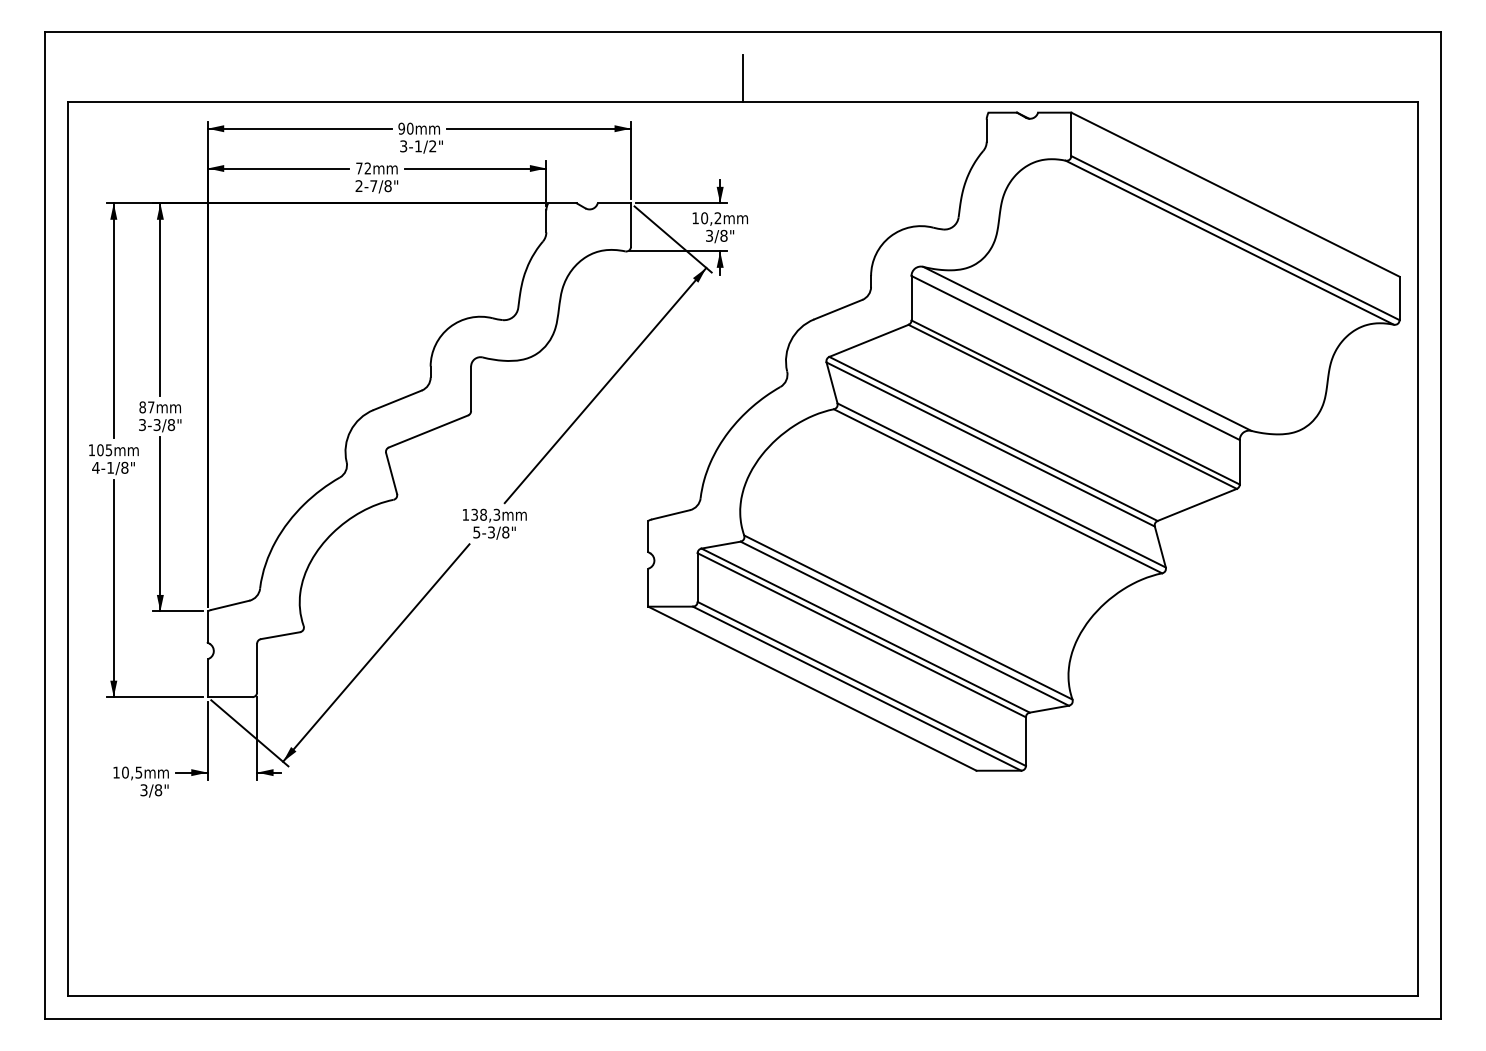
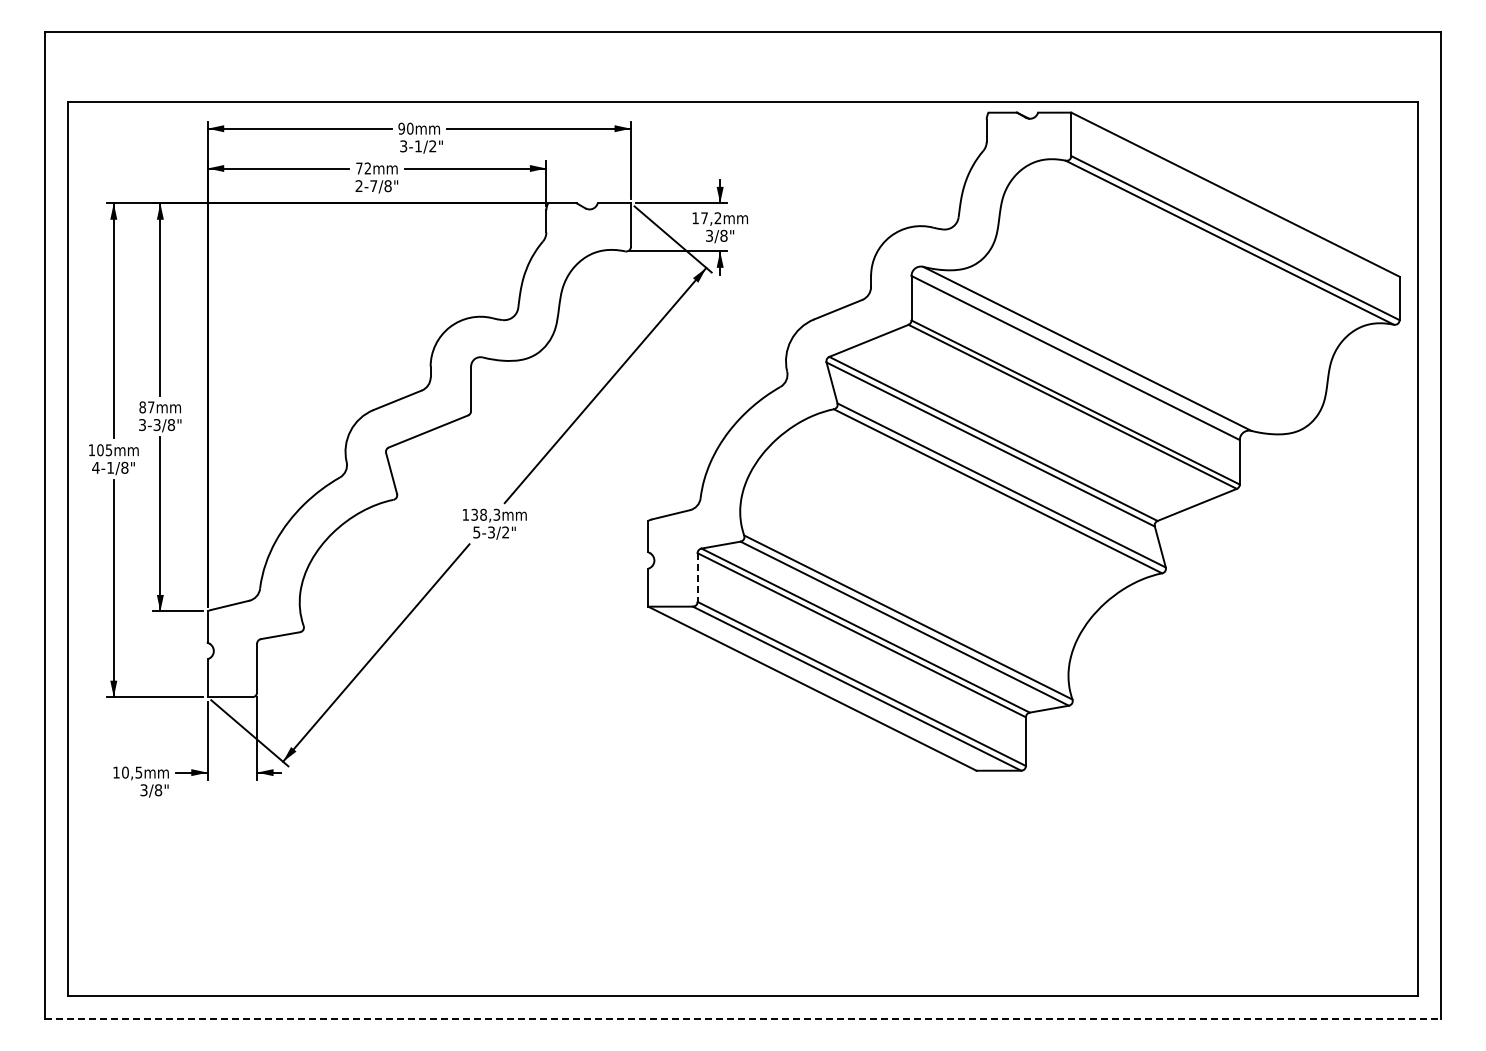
line at (743, 78): present -> none
text at (704, 218): 10,2 -> 17,2
text at (505, 532): 5-3/8" -> 5-3/2"
line at (697, 578): solid -> dashed
line at (743, 1019): solid -> dashed
